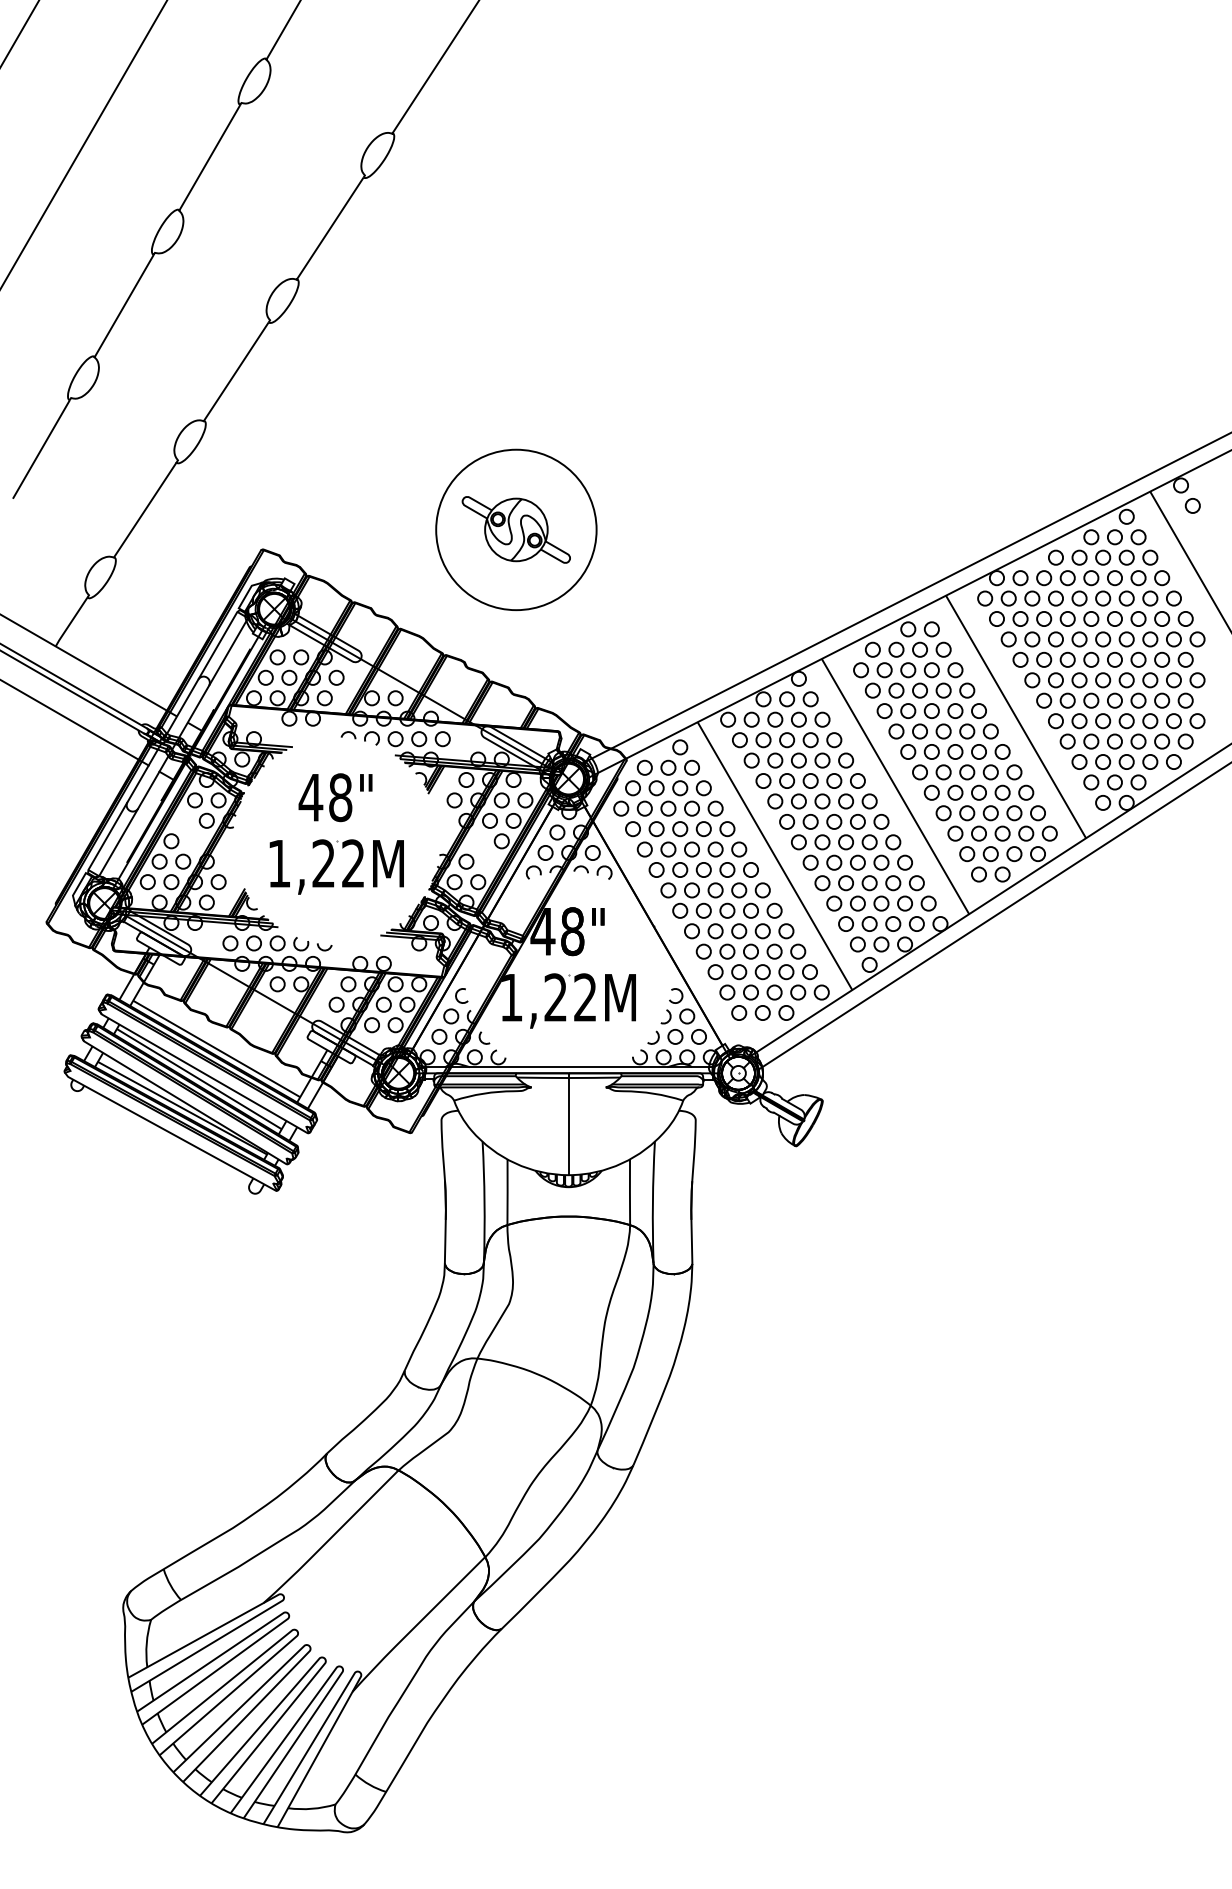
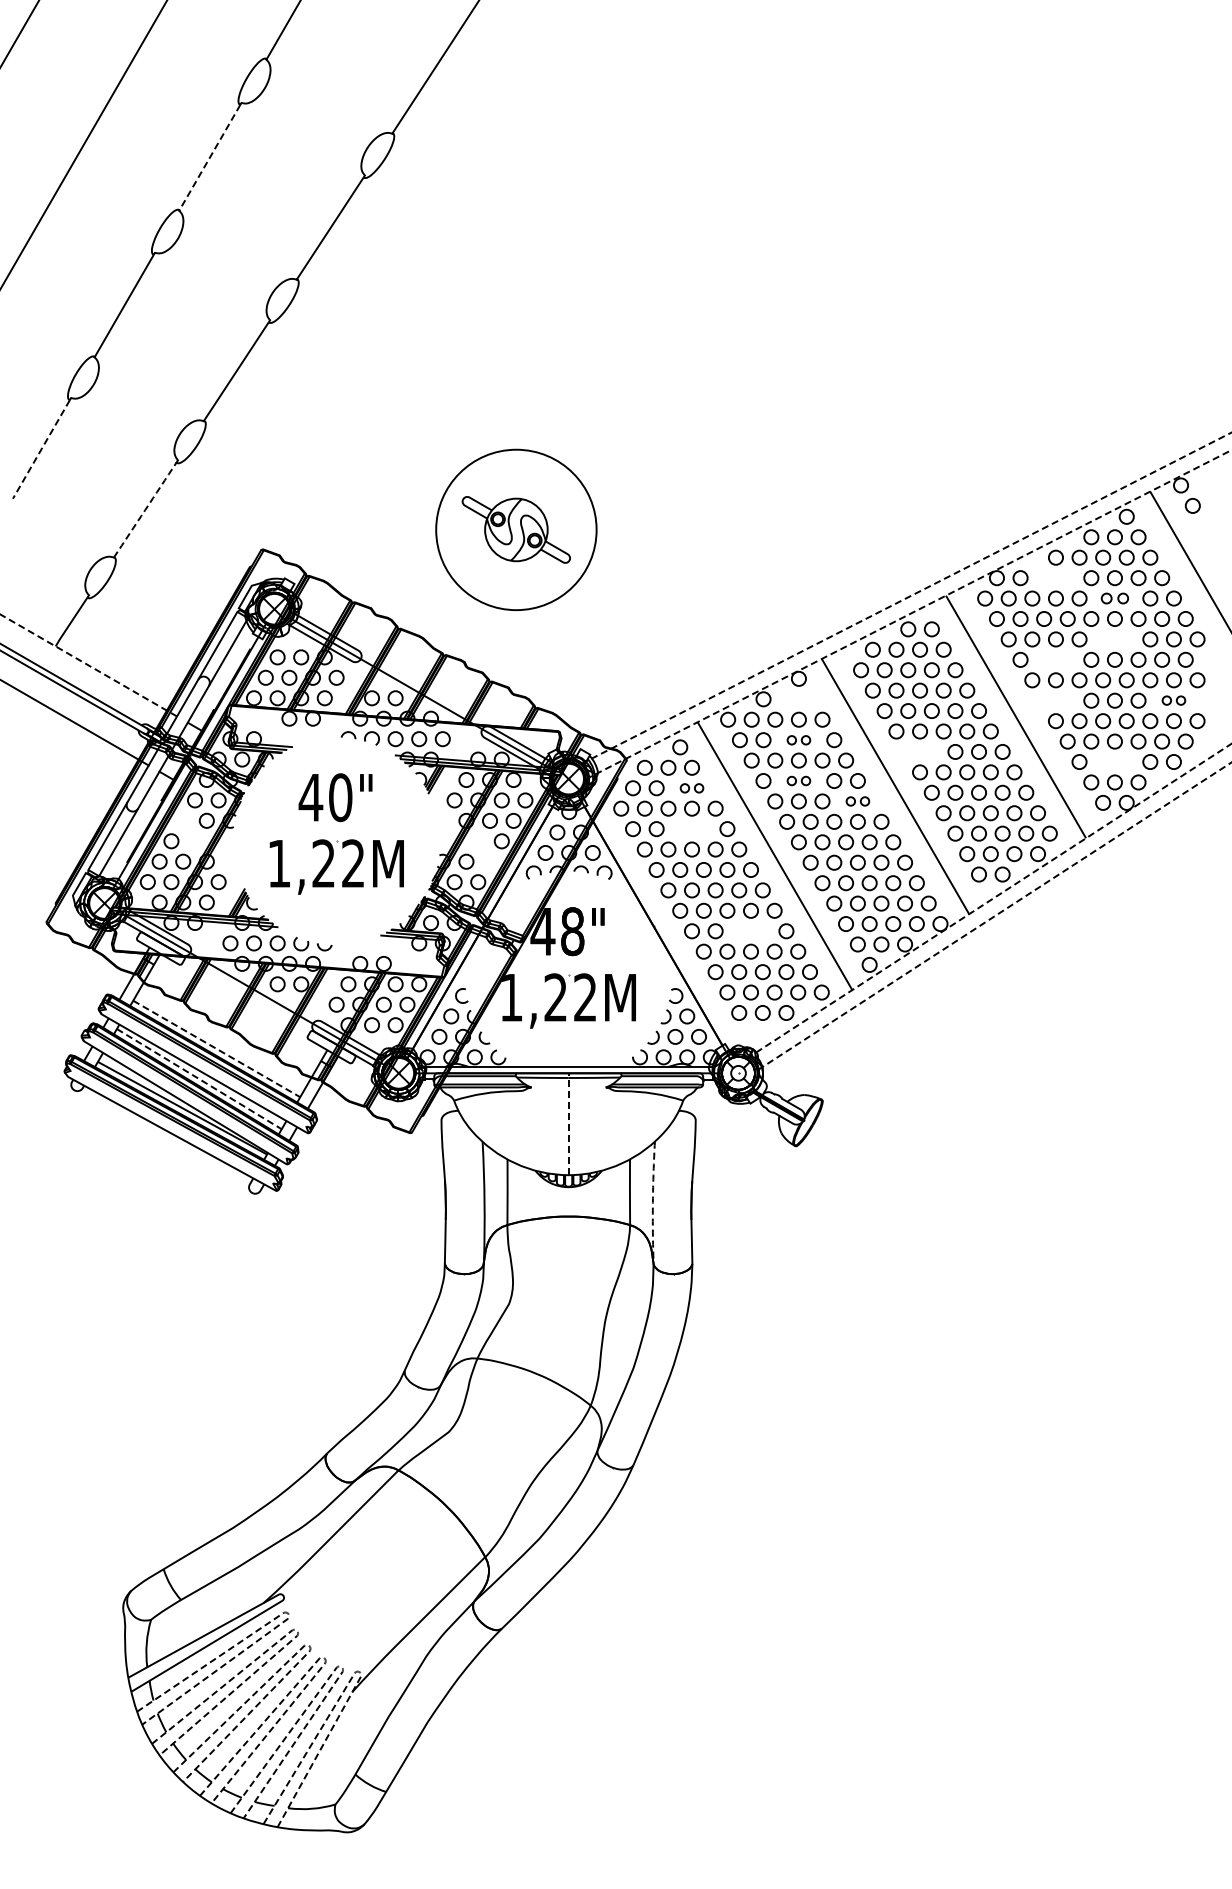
line at (209, 157): solid -> dashed
line at (41, 449): solid -> dashed
line at (145, 510): solid -> dashed
part at (1055, 578): present -> none
line at (906, 598): solid -> dashed
part at (1114, 598) size: 40x17 px -> 30x13 px
line at (910, 613): solid -> dashed
part at (1114, 639): present -> none
part at (1055, 659): present -> none
line at (88, 665): solid -> dashed
part at (798, 699): present -> none
part at (1055, 700): present -> none
part at (1173, 700) size: 40x17 px -> 26x11 px
part at (798, 740) size: 40x17 px -> 26x11 px
part at (919, 751): present -> none
part at (1114, 761): present -> none
part at (798, 780) size: 40x16 px -> 26x12 px
part at (691, 788) size: 40x17 px -> 26x11 px
text at (340, 797): 48" -> 40"
part at (857, 801) size: 40x17 px -> 26x11 px
part at (691, 829): present -> none
line at (990, 900): solid -> dashed
line at (995, 915): solid -> dashed
part at (750, 931): present -> none
line at (217, 1049): solid -> dashed
line at (199, 1079): solid -> dashed
line at (568, 1124): solid -> dashed
line at (652, 1202): solid -> dashed
line at (289, 1615): solid -> dashed
line at (297, 1631): solid -> dashed
line at (309, 1646): solid -> dashed
line at (324, 1658): solid -> dashed
line at (341, 1666): solid -> dashed
line at (358, 1671): solid -> dashed
